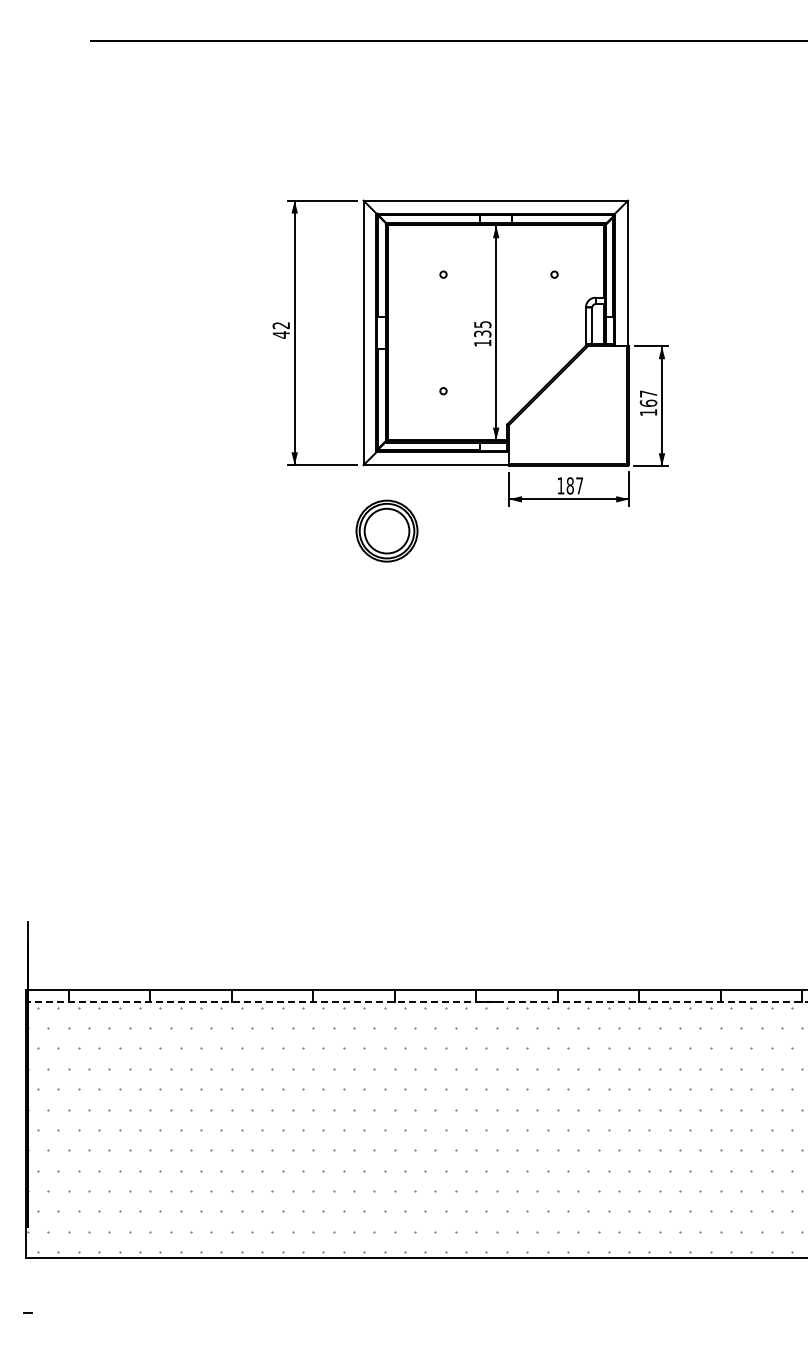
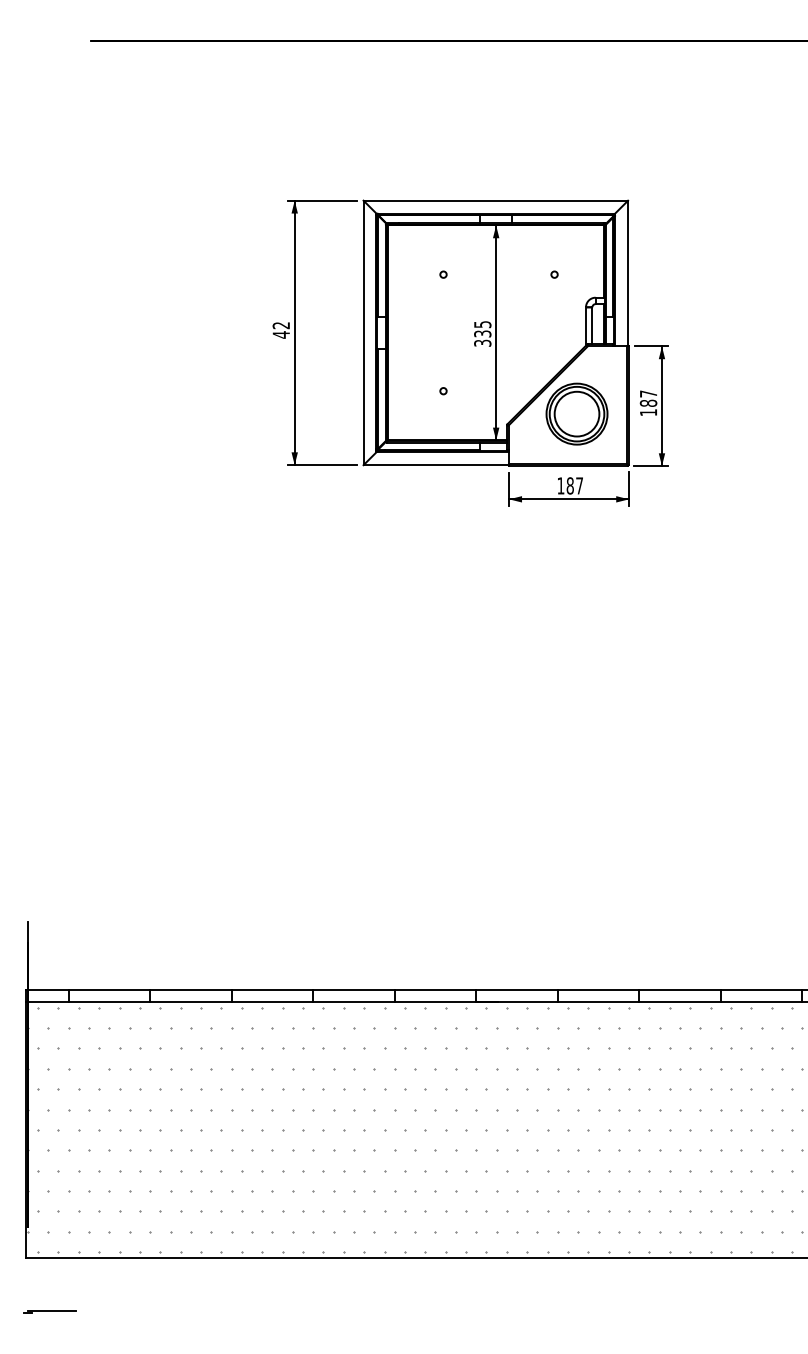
text at (482, 342): 135 -> 335
text at (648, 402): 167 -> 187
part at (386, 530) position: (386, 530) -> (576, 413)
line at (416, 1002): dashed -> solid
line at (51, 1310): none -> present
